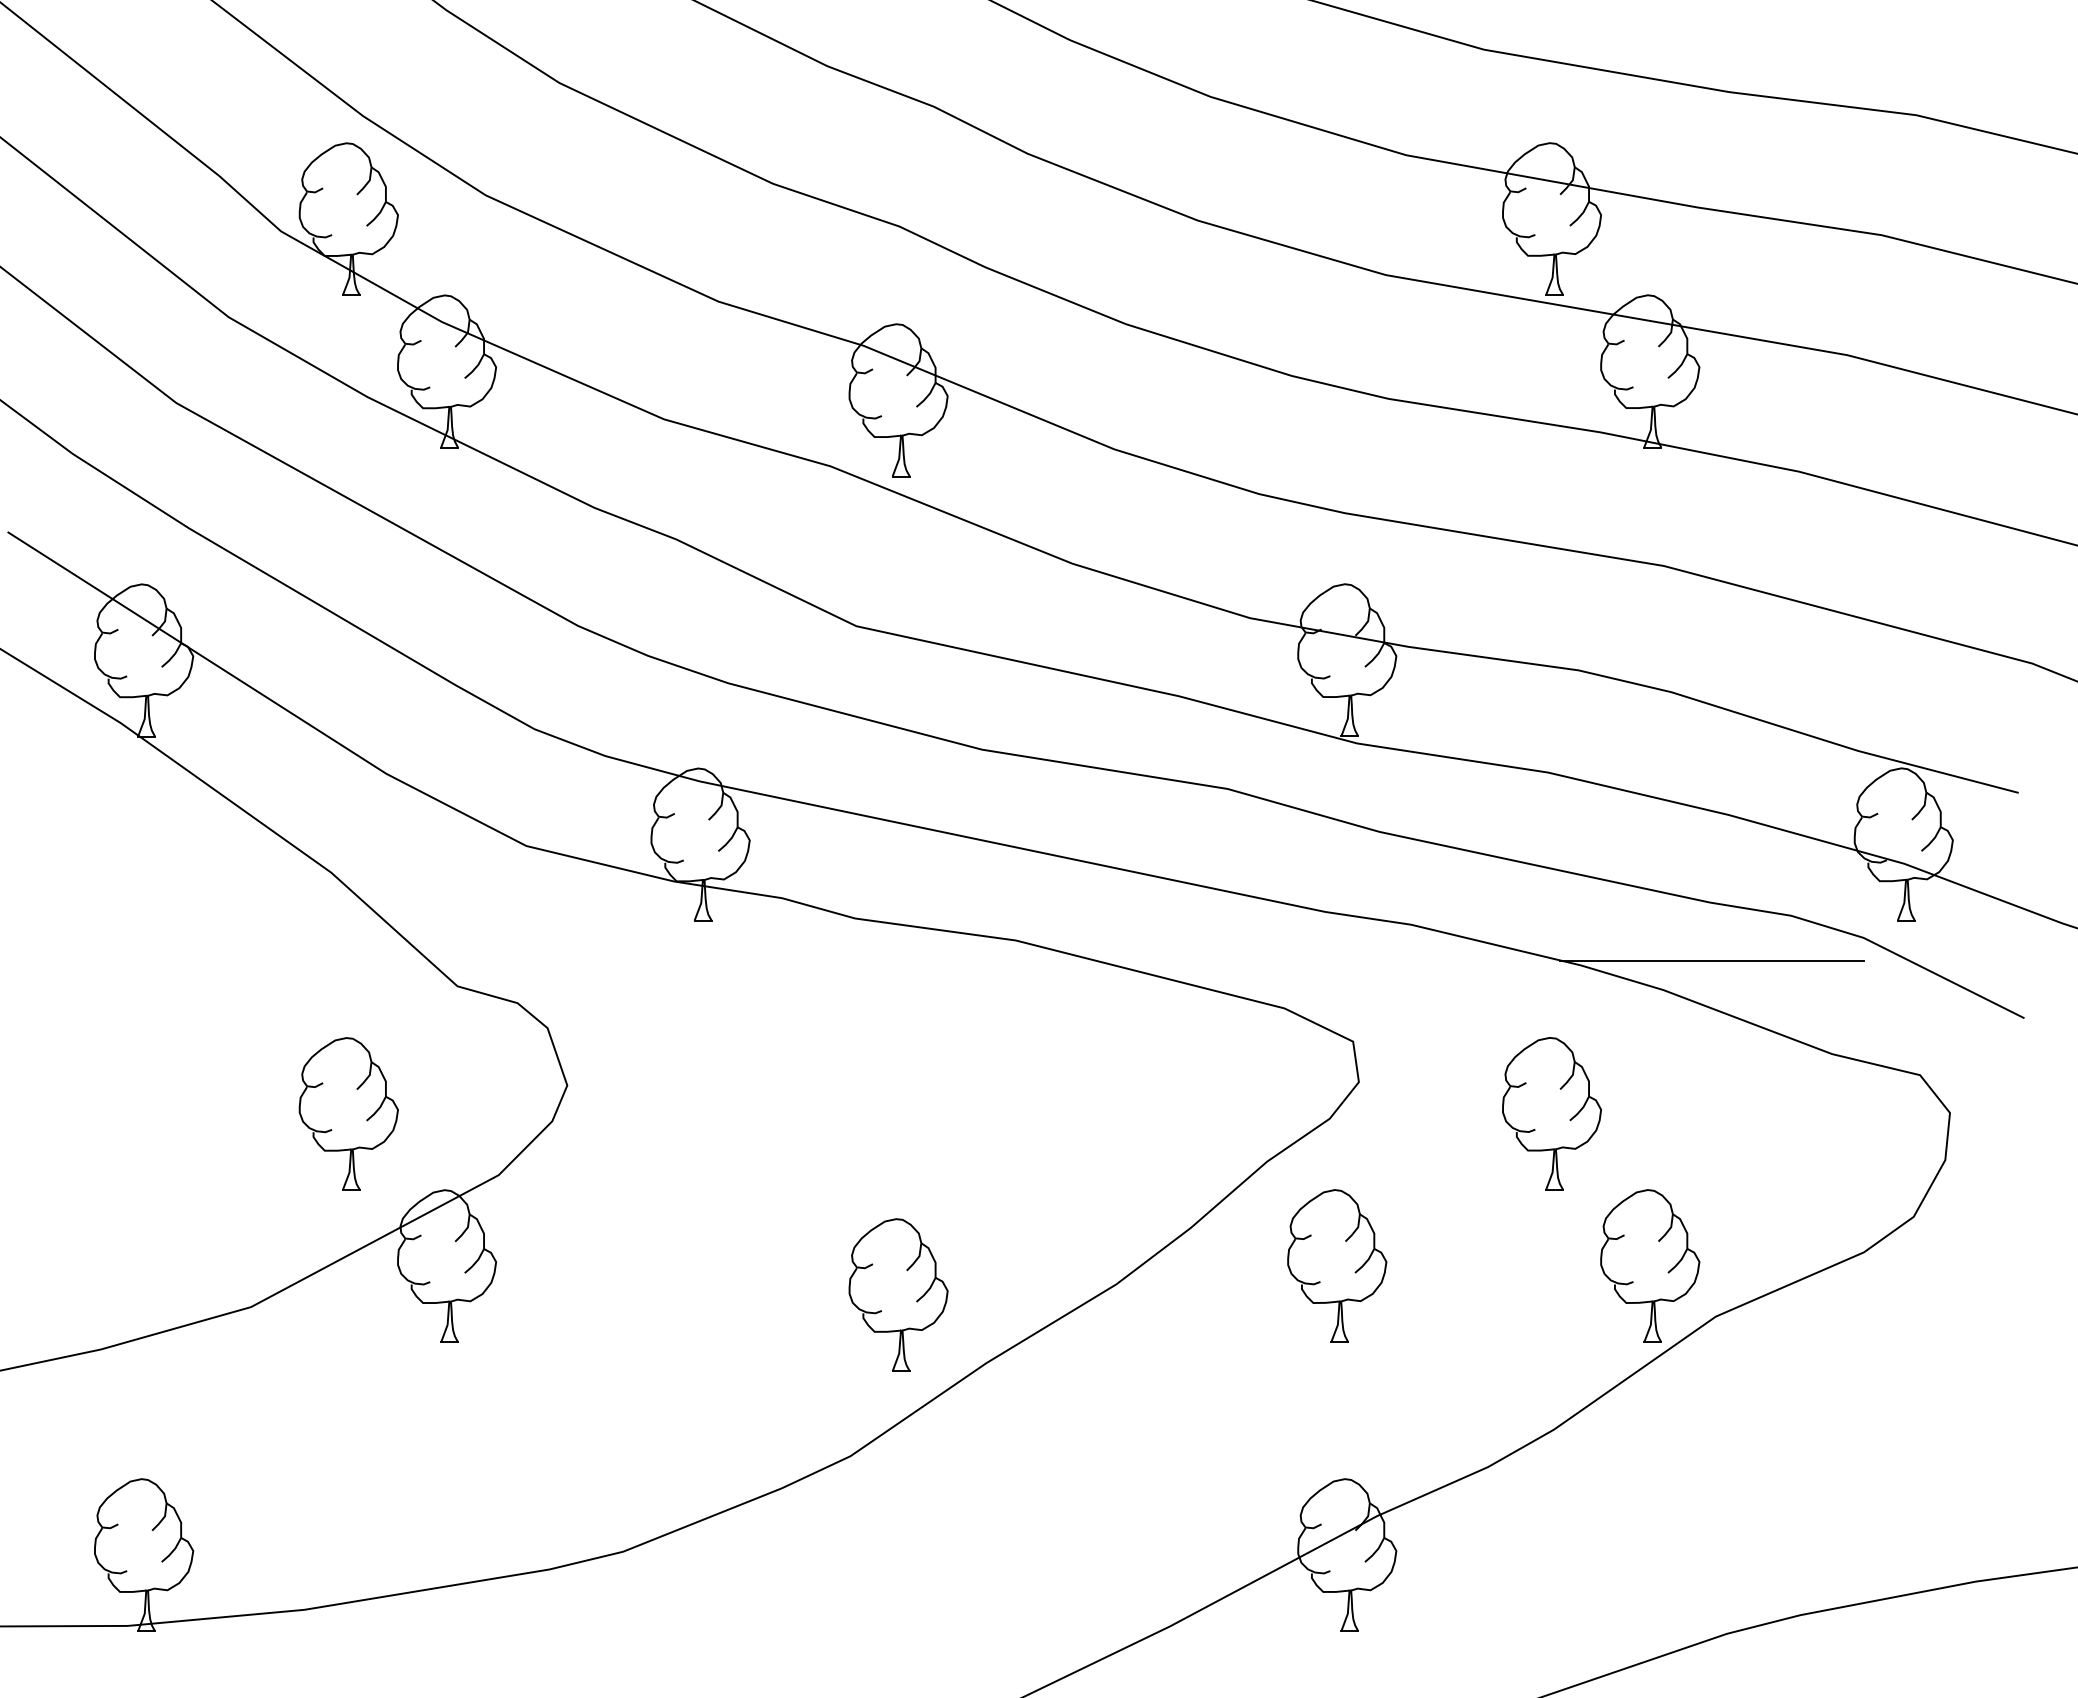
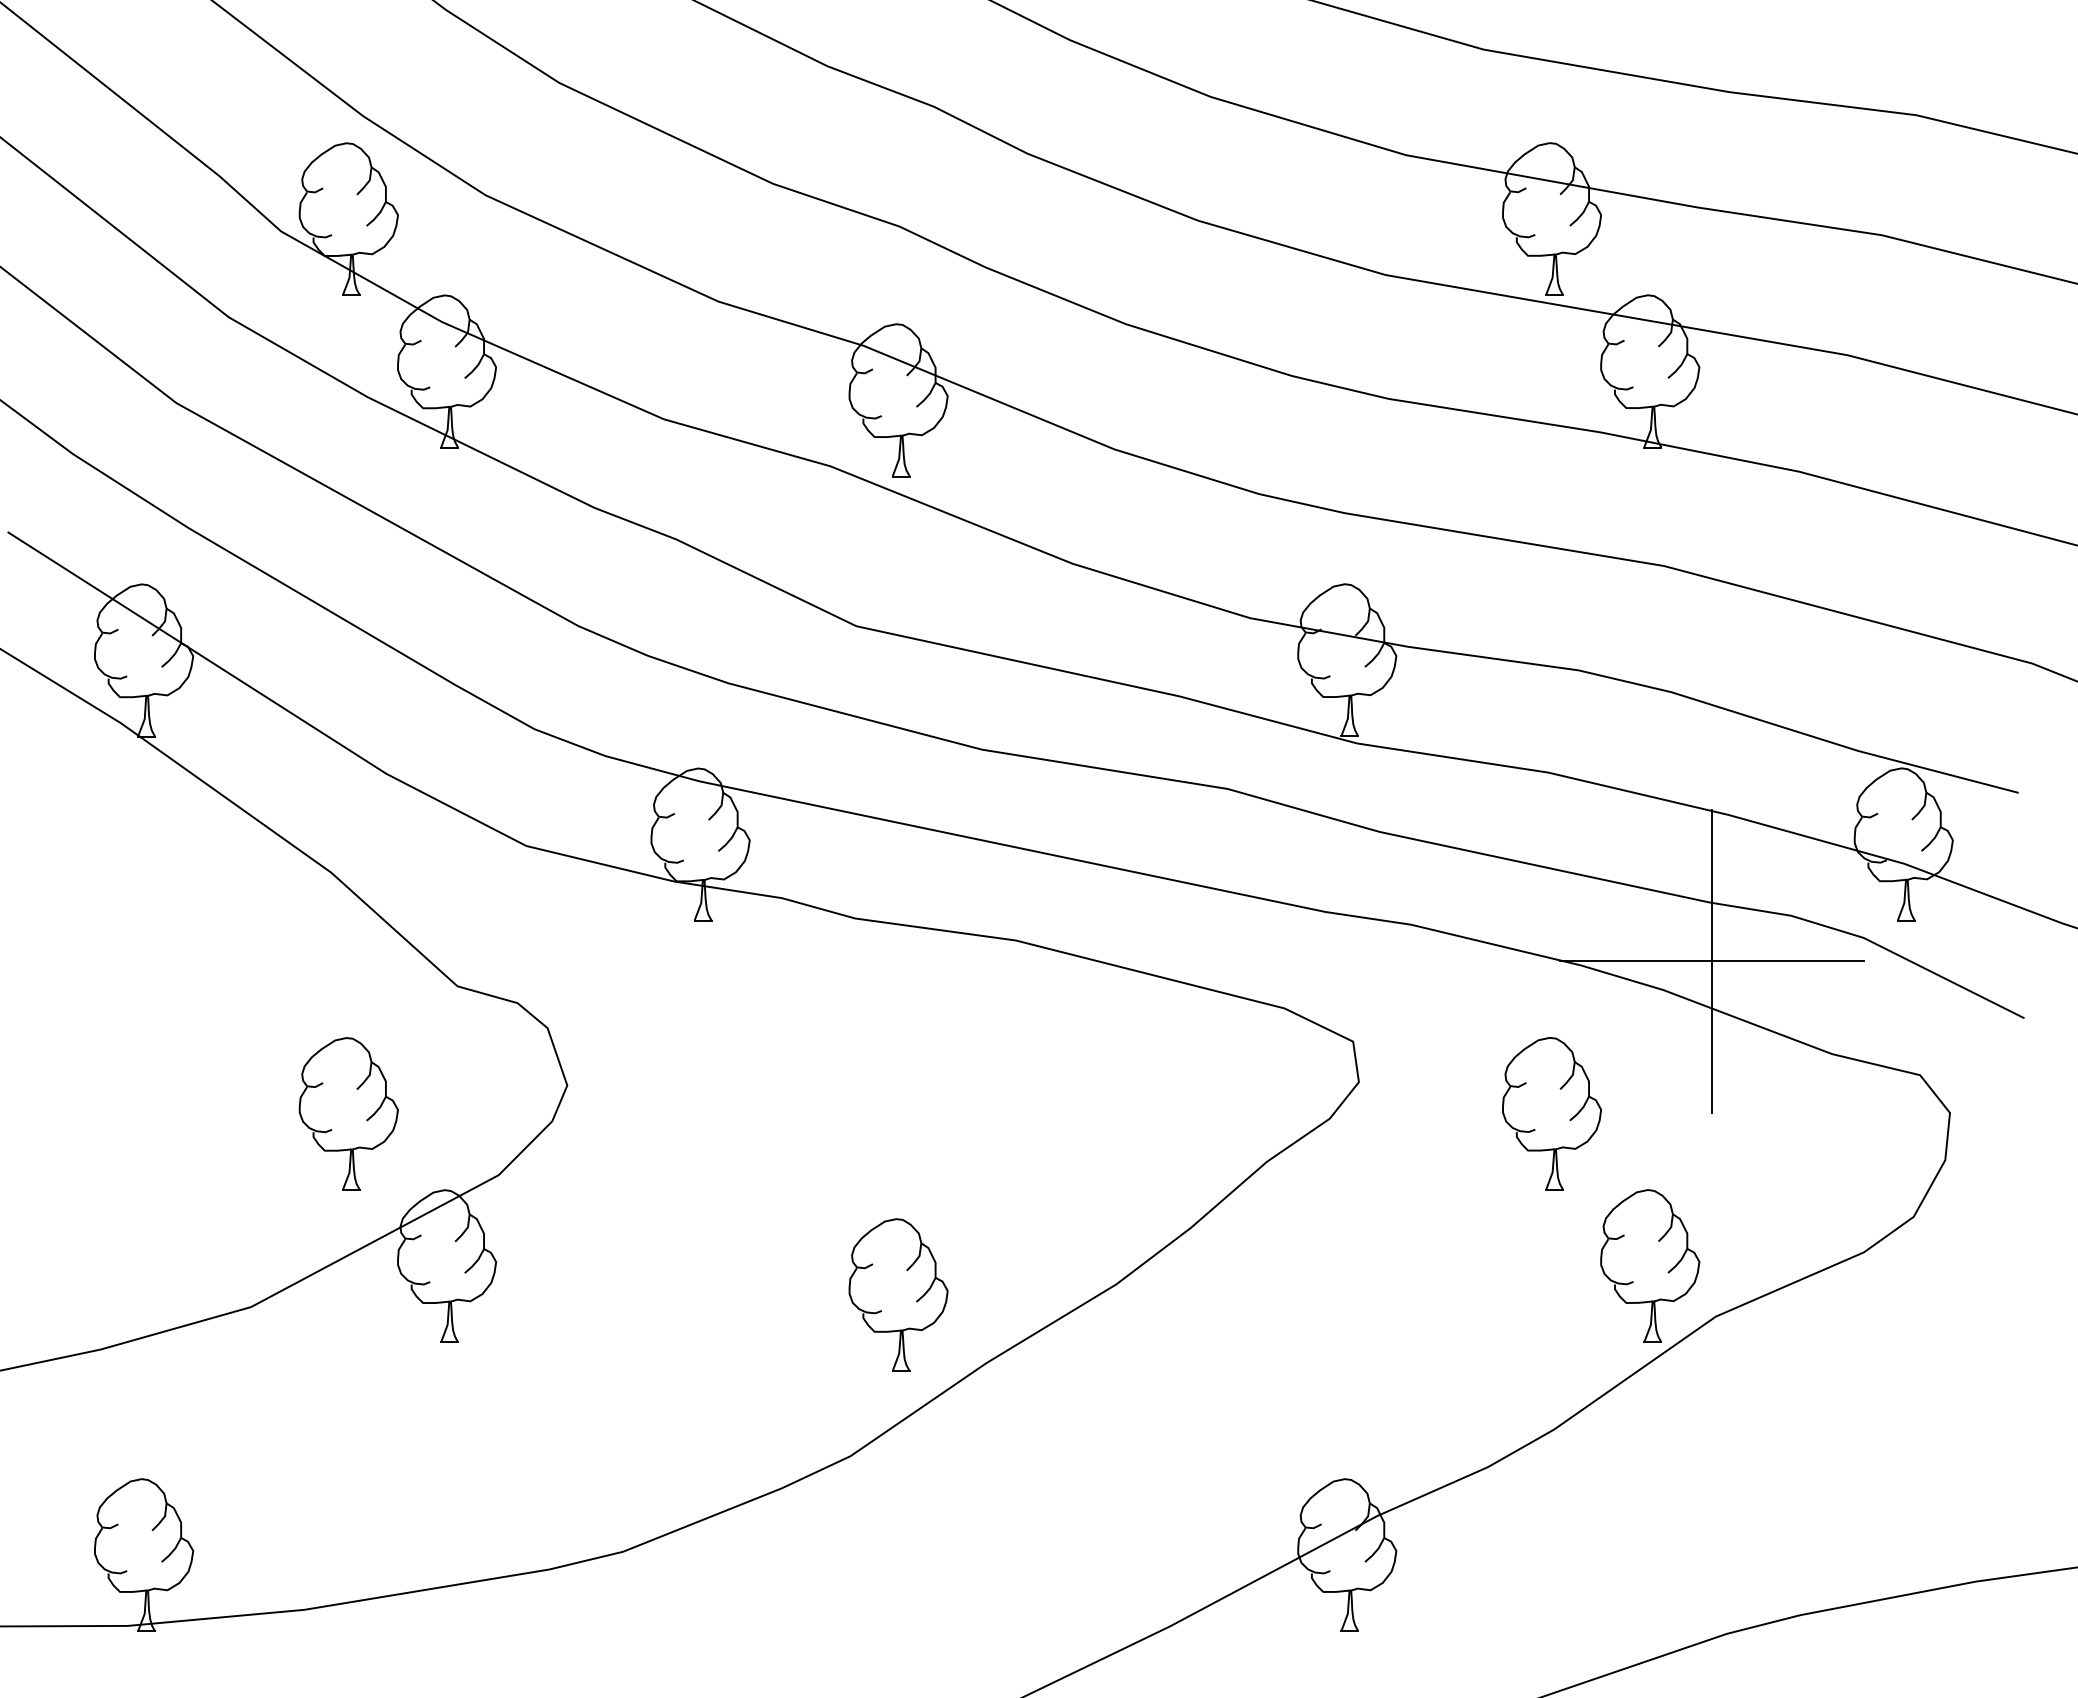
line at (1711, 960): none -> present
part at (1337, 1265): present -> none
